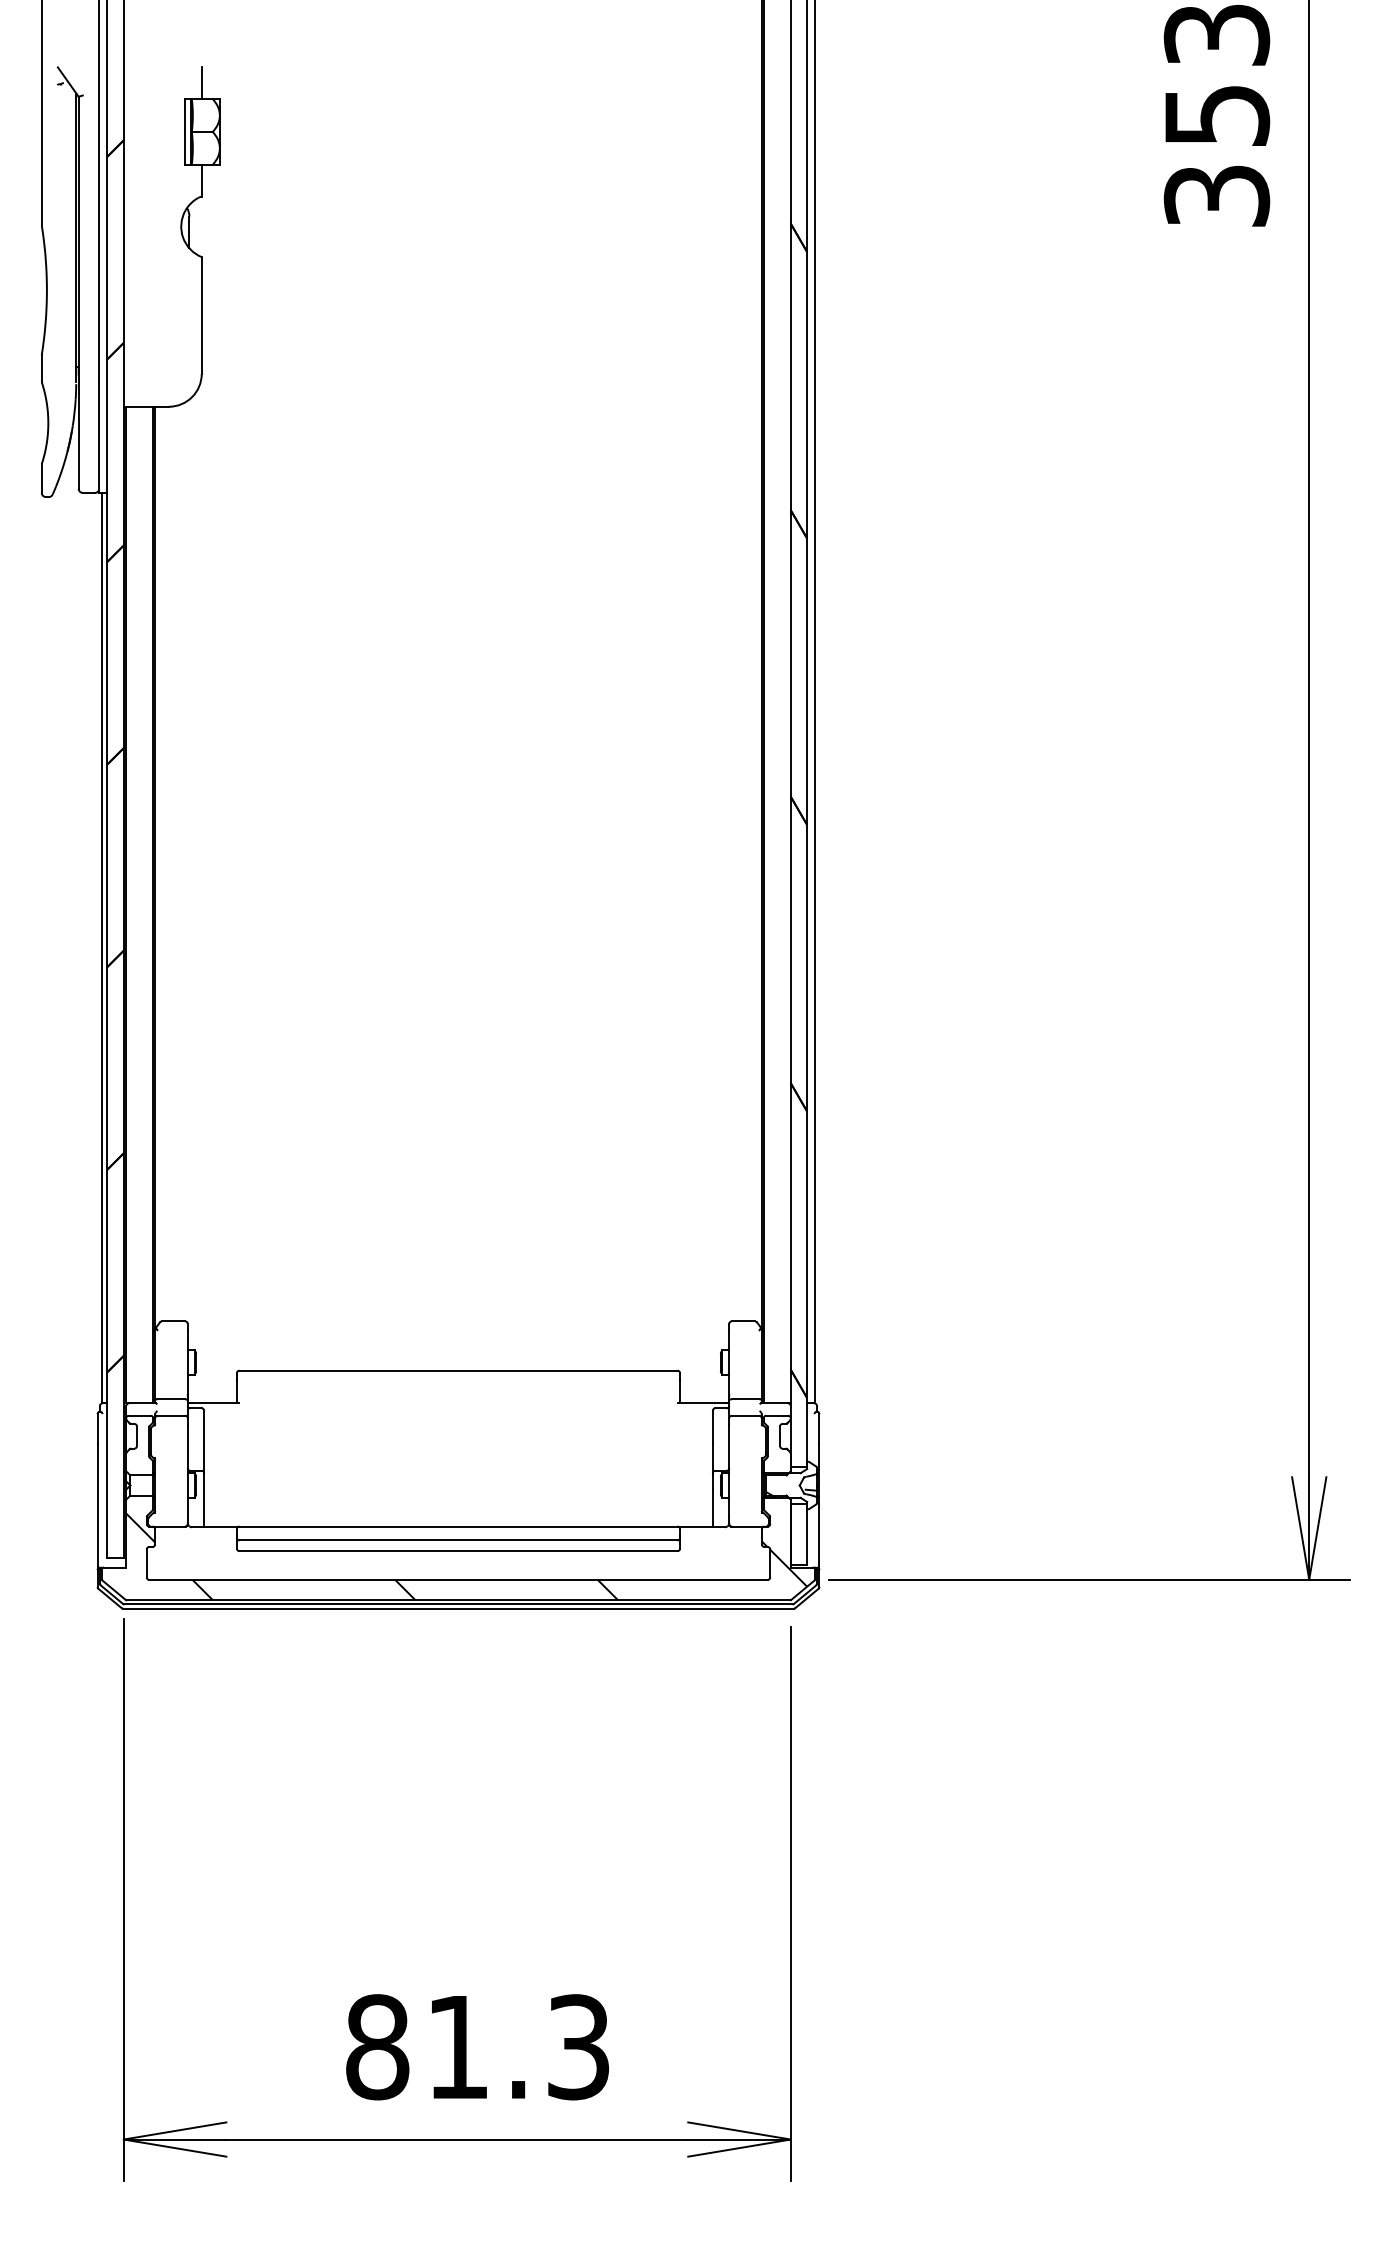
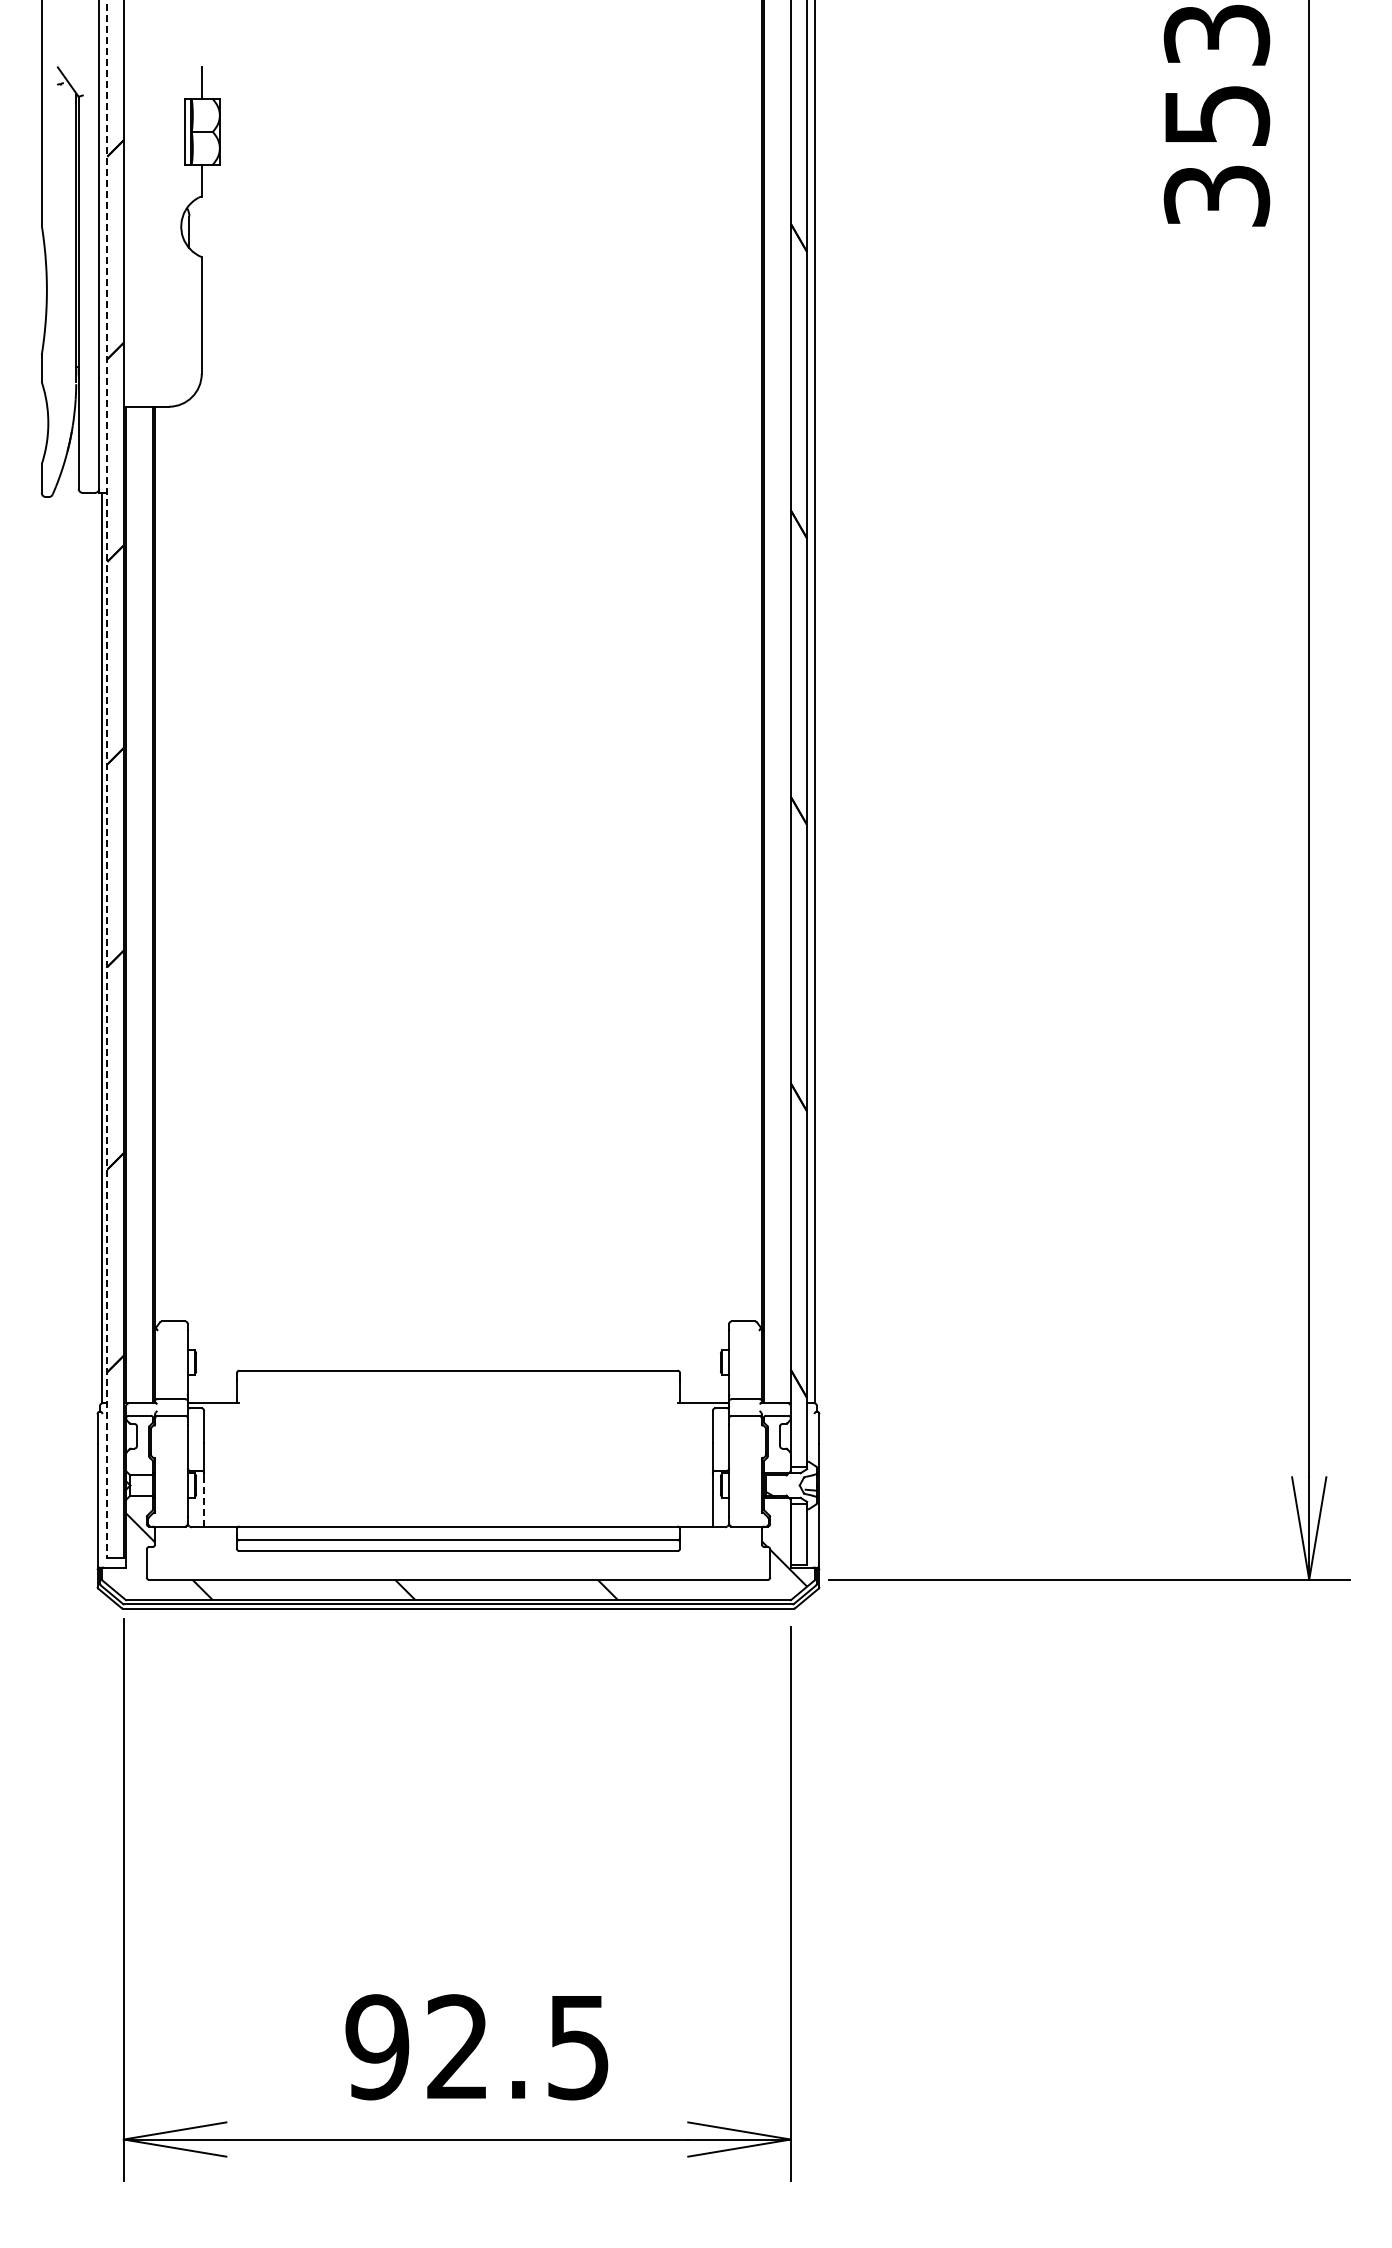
line at (107, 779): solid -> dashed
line at (204, 1500): solid -> dashed
text at (477, 2047): 81.3 -> 92.5
